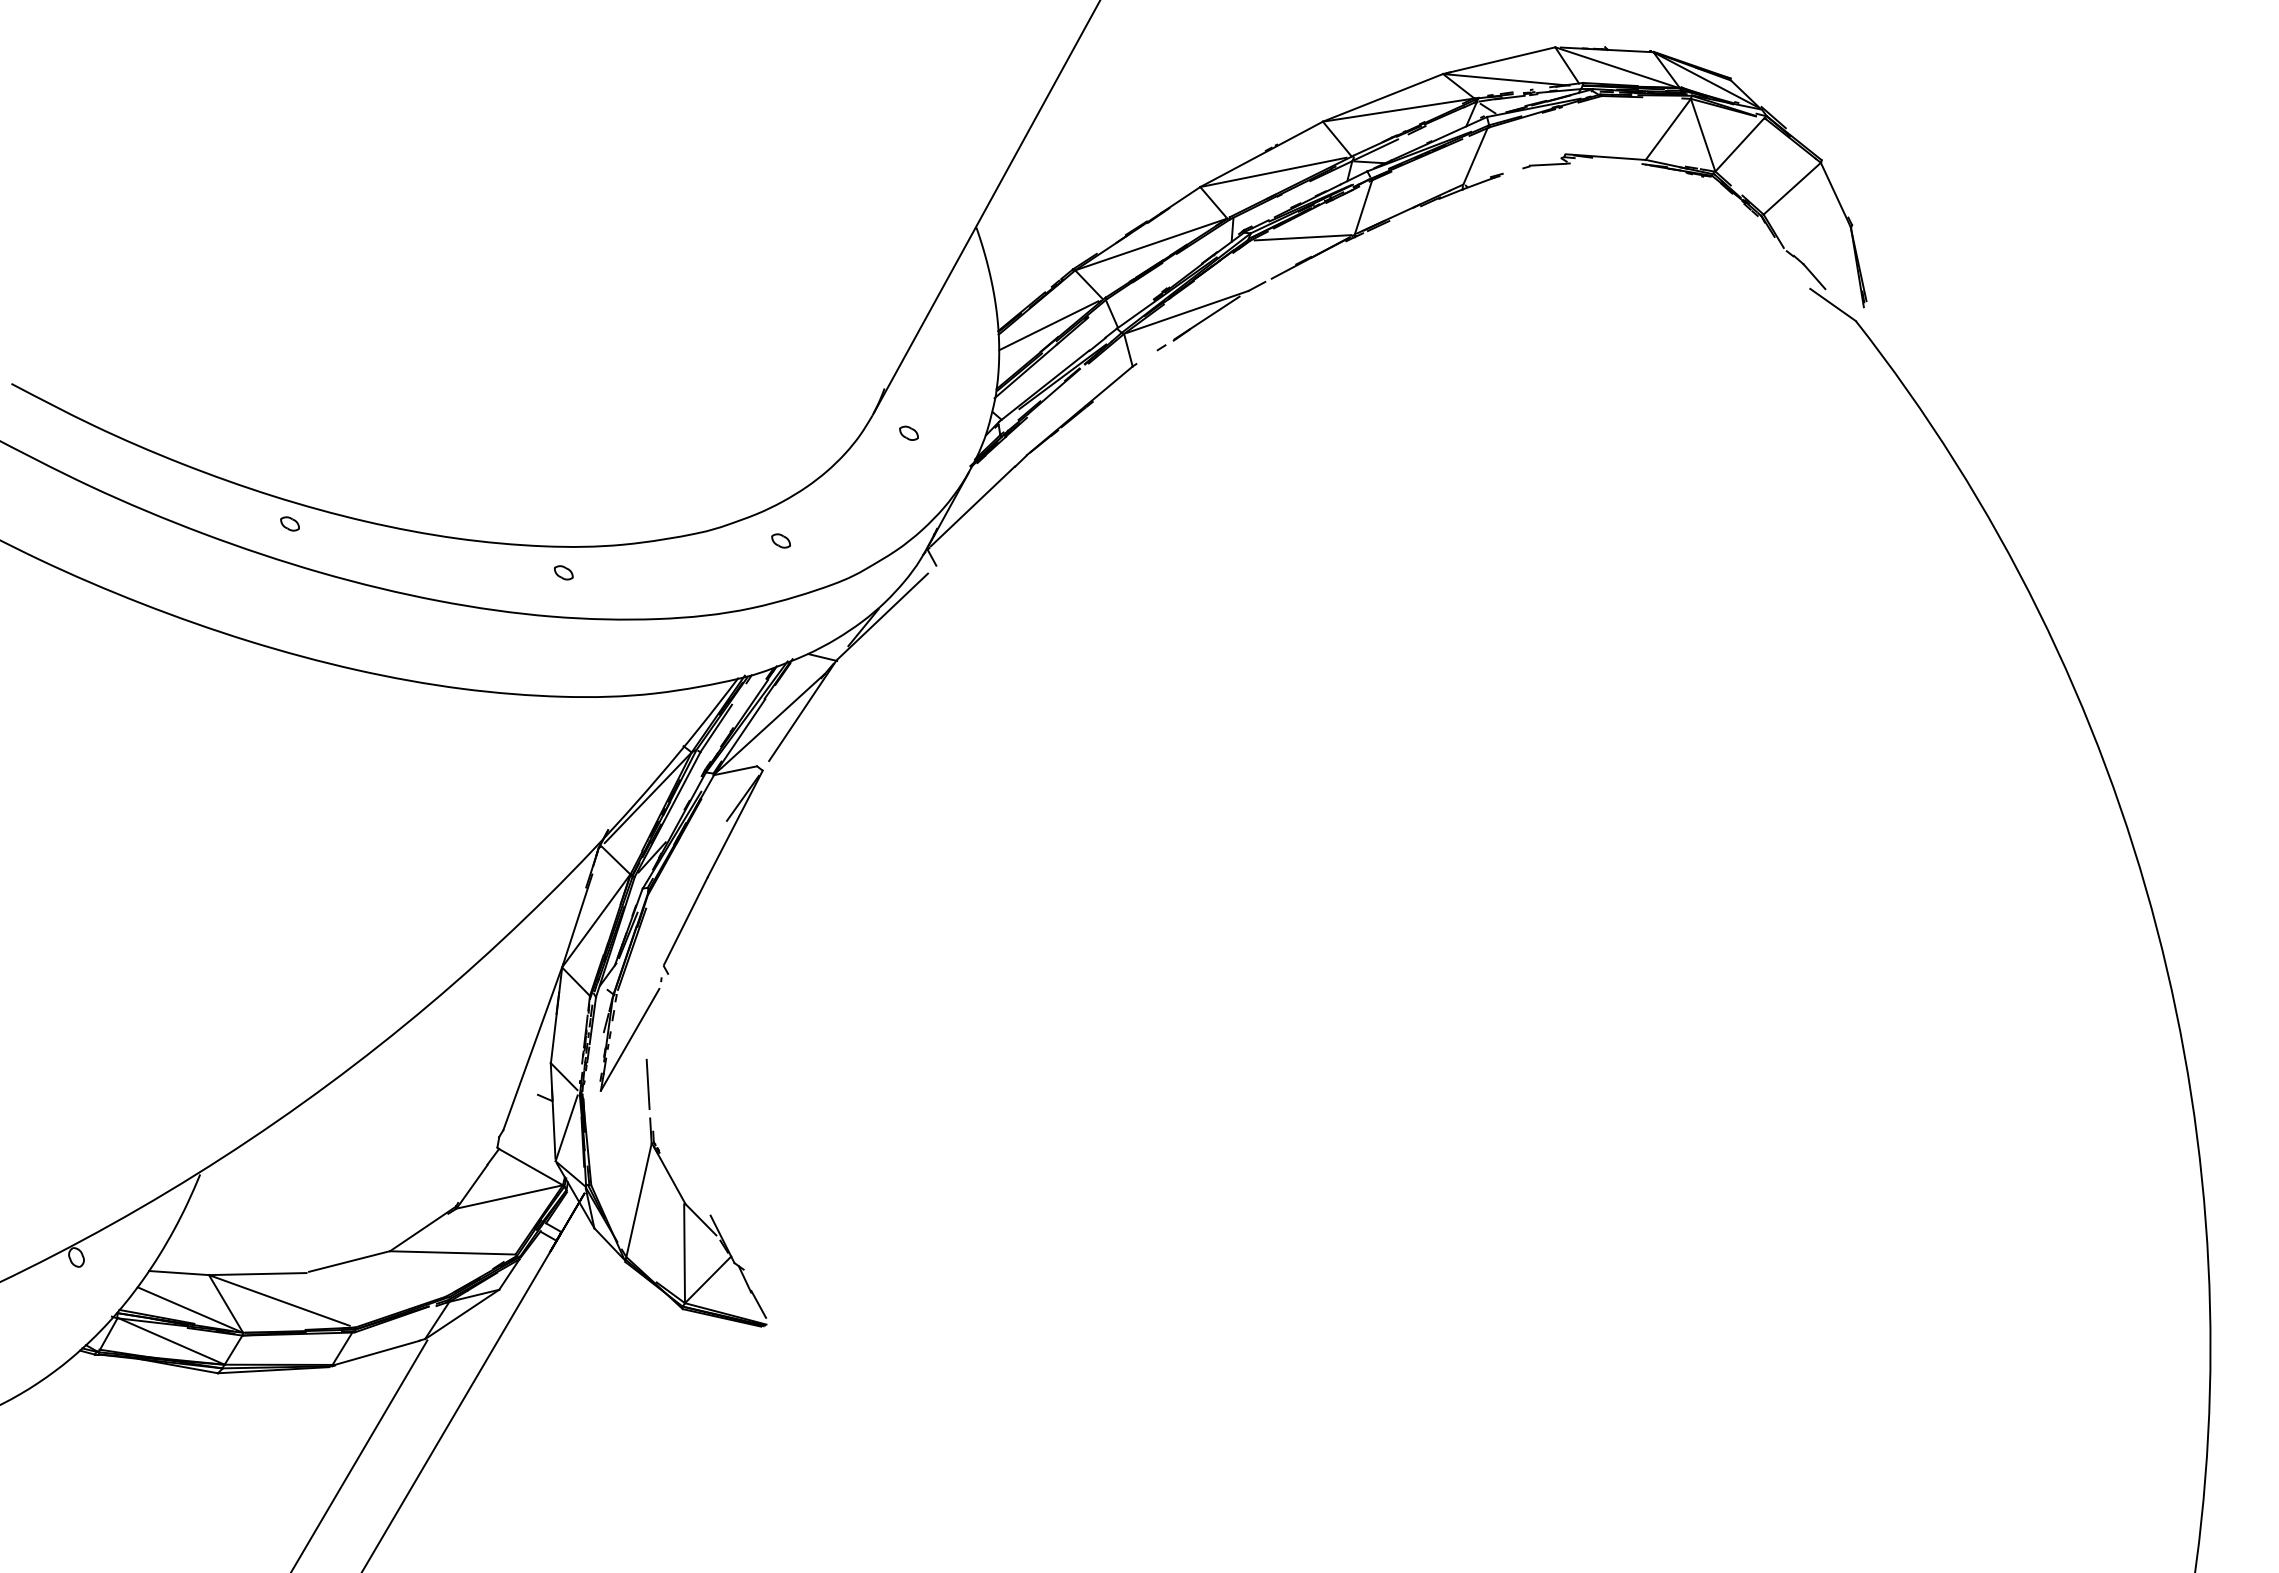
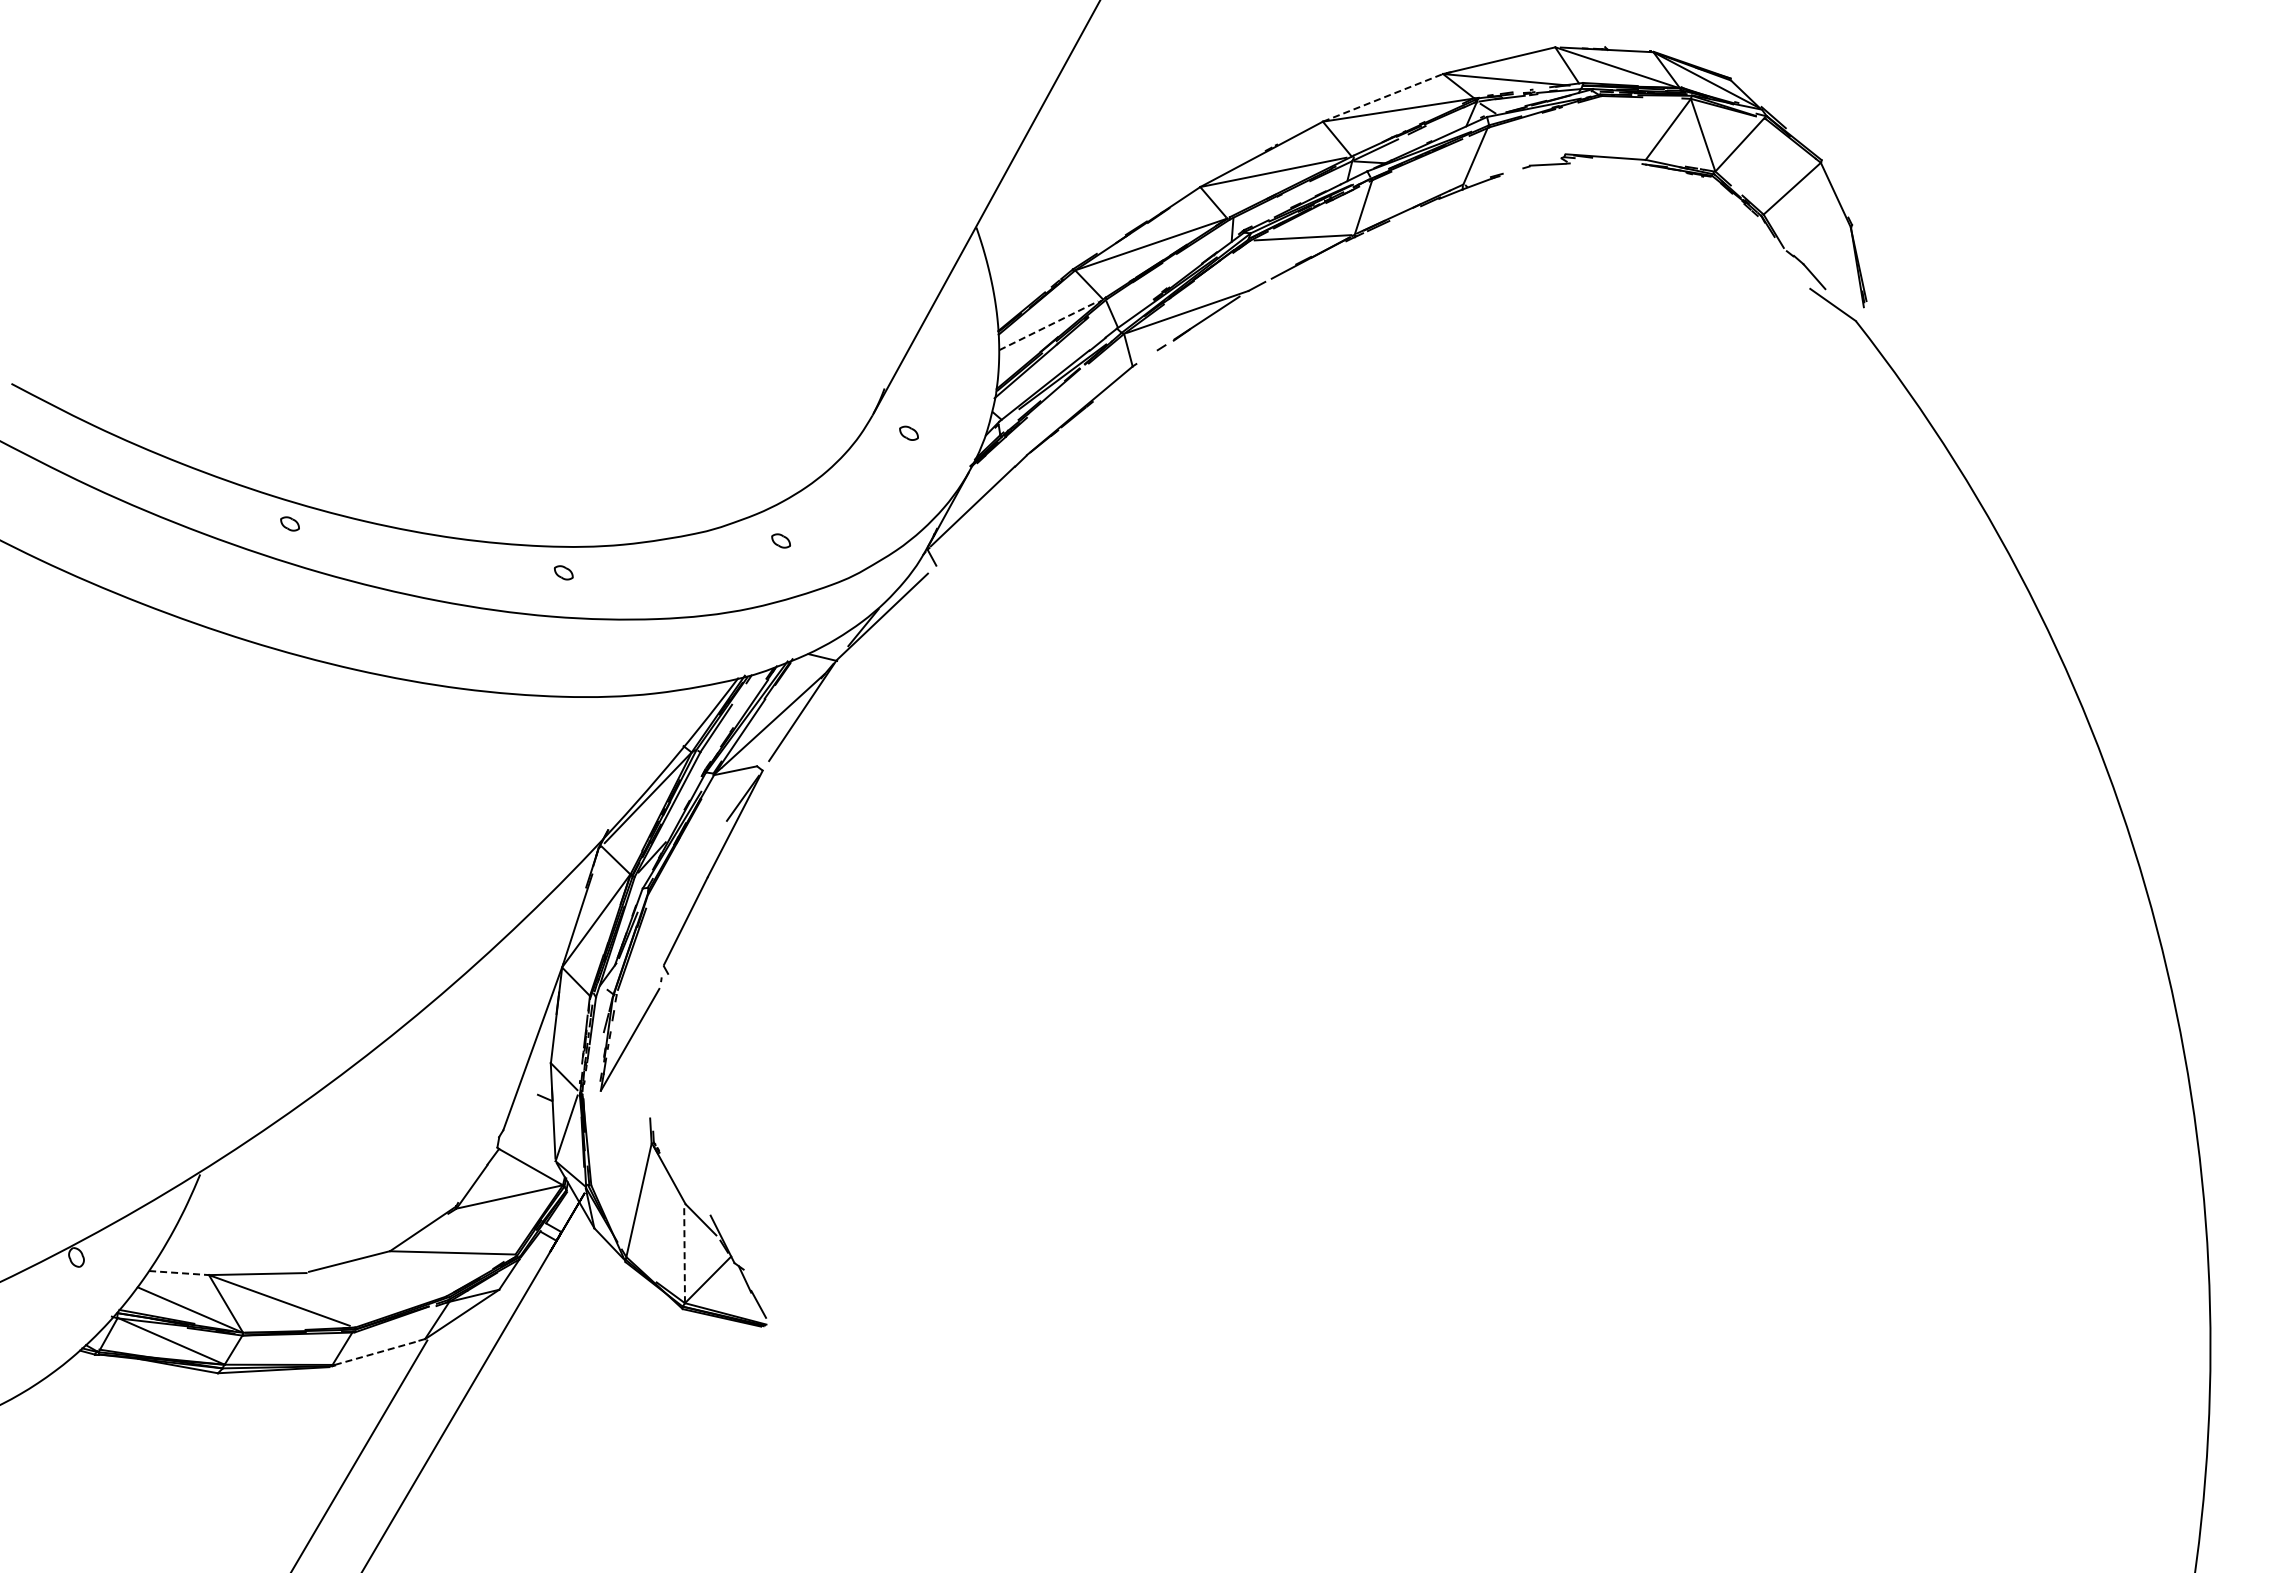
line at (1382, 97): solid -> dashed
line at (1049, 325): solid -> dashed
line at (647, 1083): present -> none
line at (684, 1253): solid -> dashed
line at (179, 1273): solid -> dashed
line at (377, 1352): solid -> dashed
